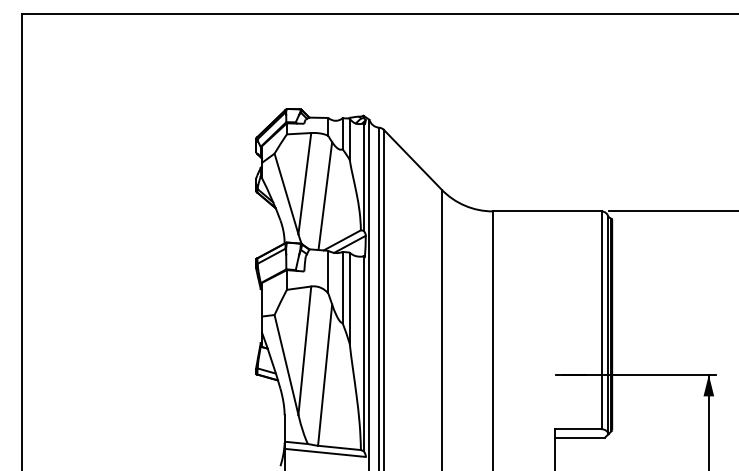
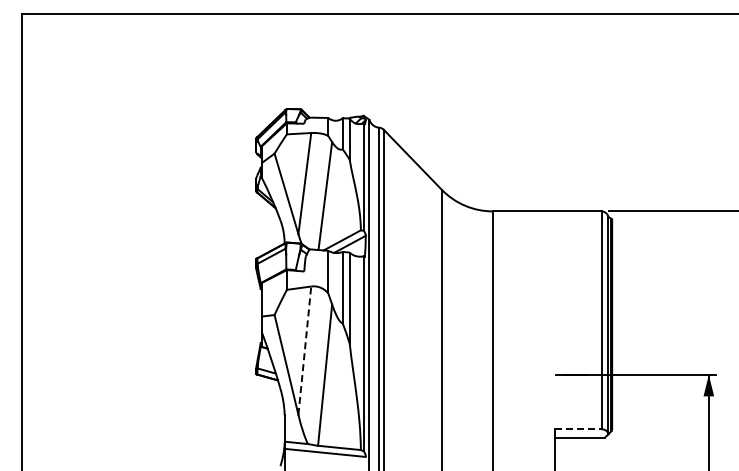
line at (304, 350): solid -> dashed
line at (578, 429): solid -> dashed
